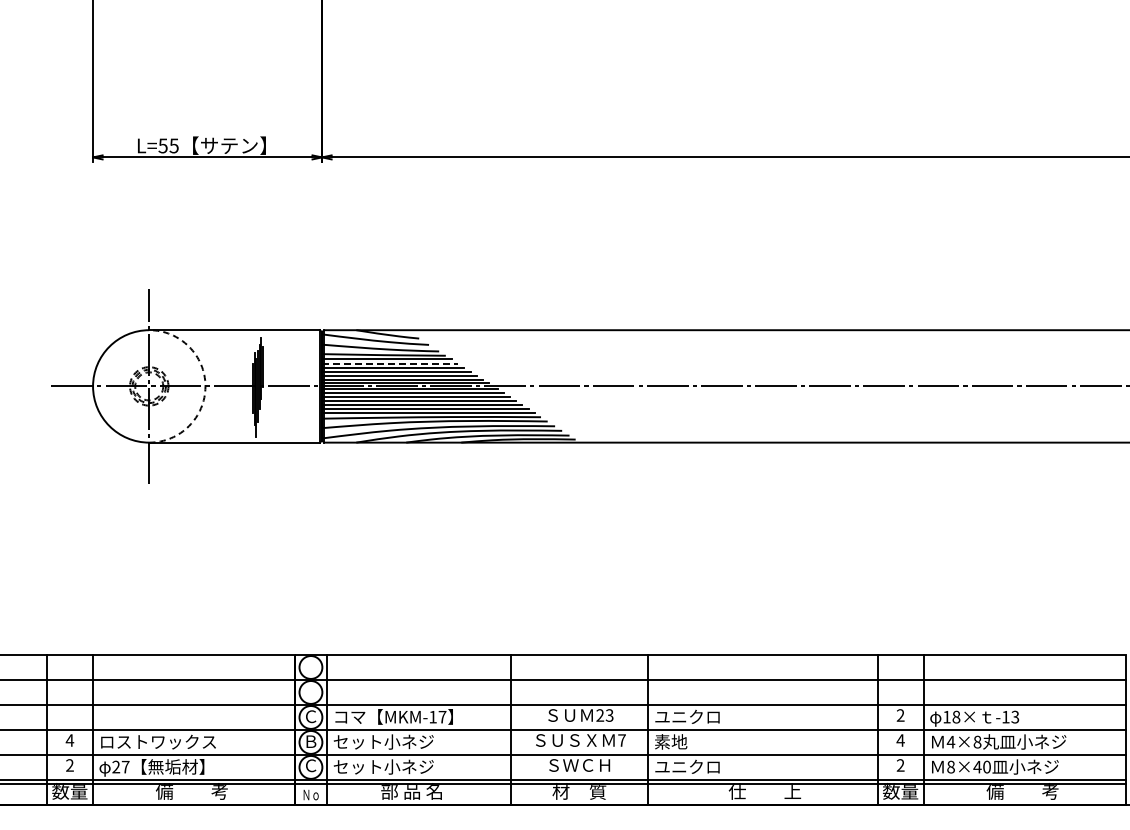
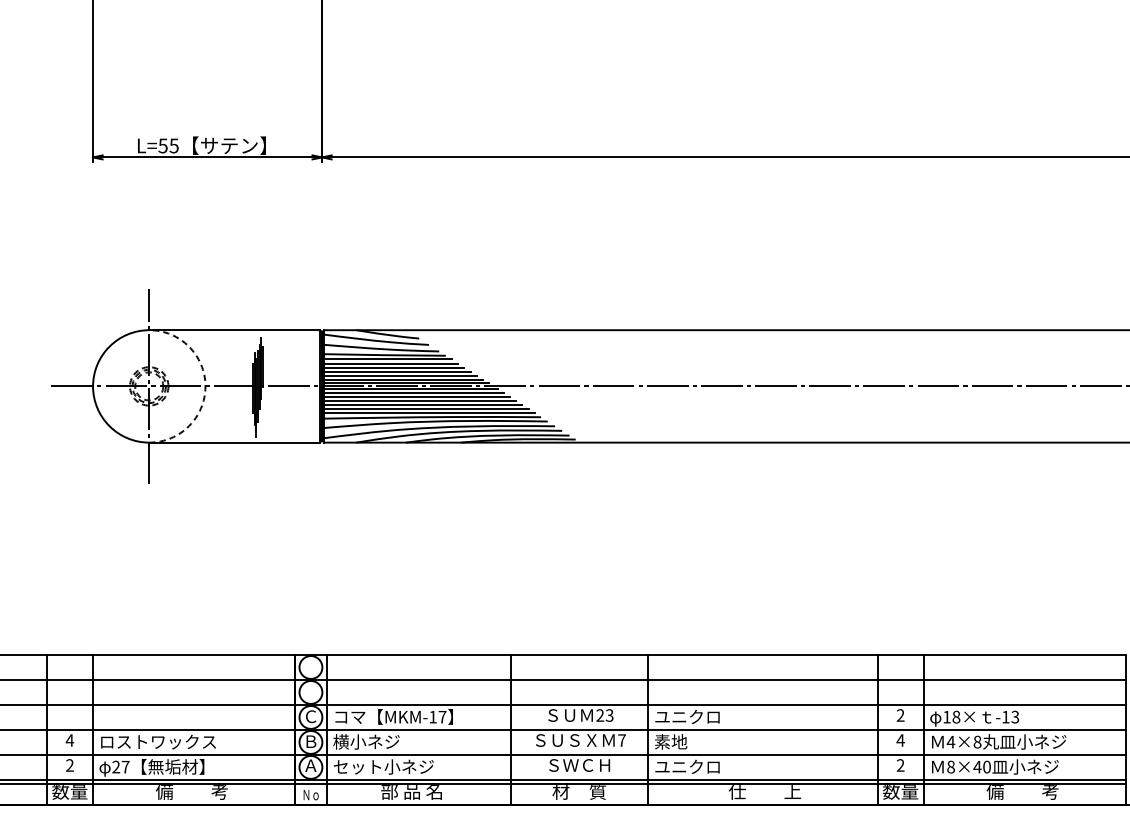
line at (390, 363): dashed -> solid
text at (383, 741): セット小ネジ -> 横小ネジ
text at (310, 765): Ｃ -> Ａ
